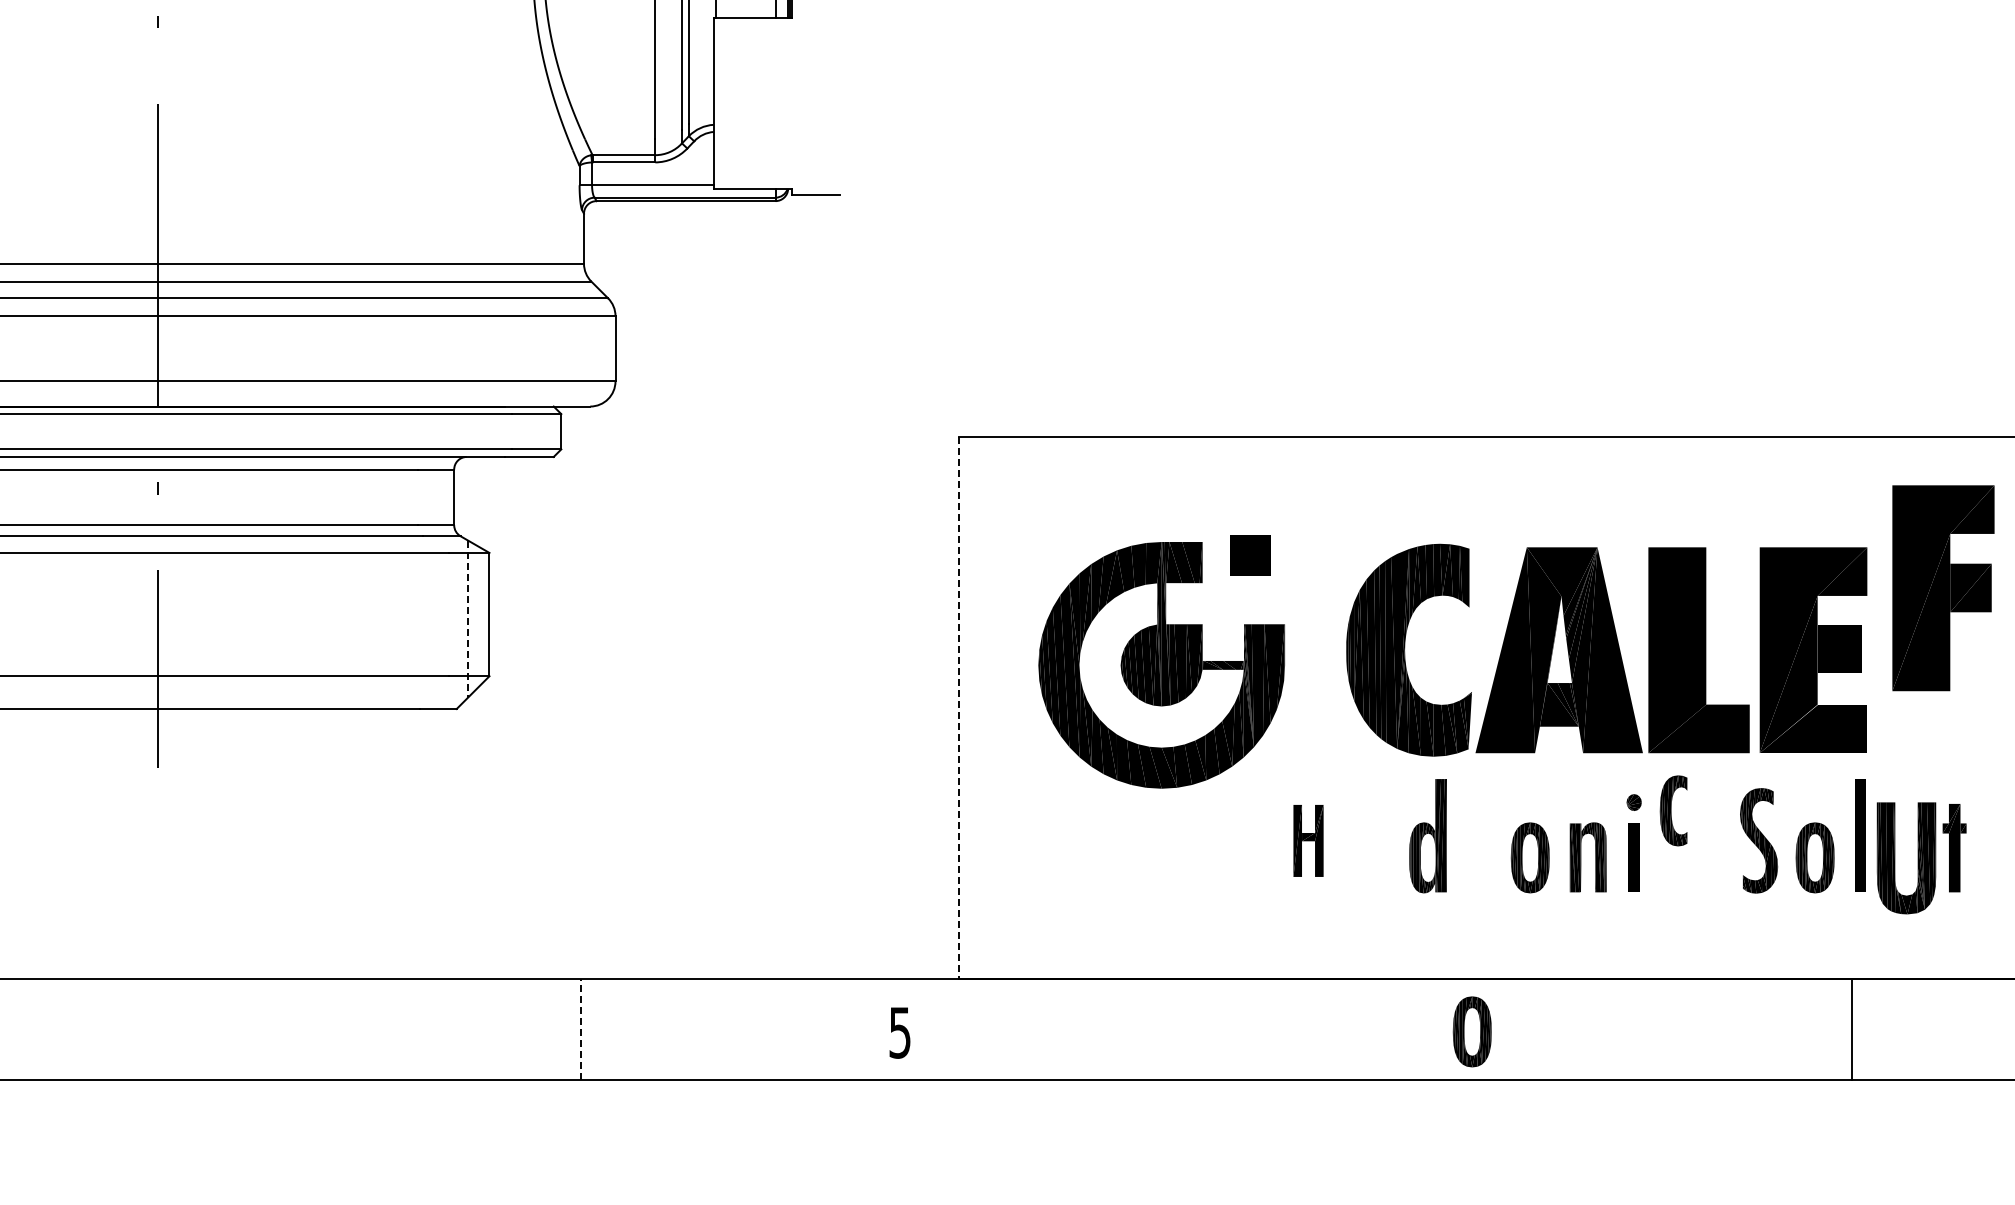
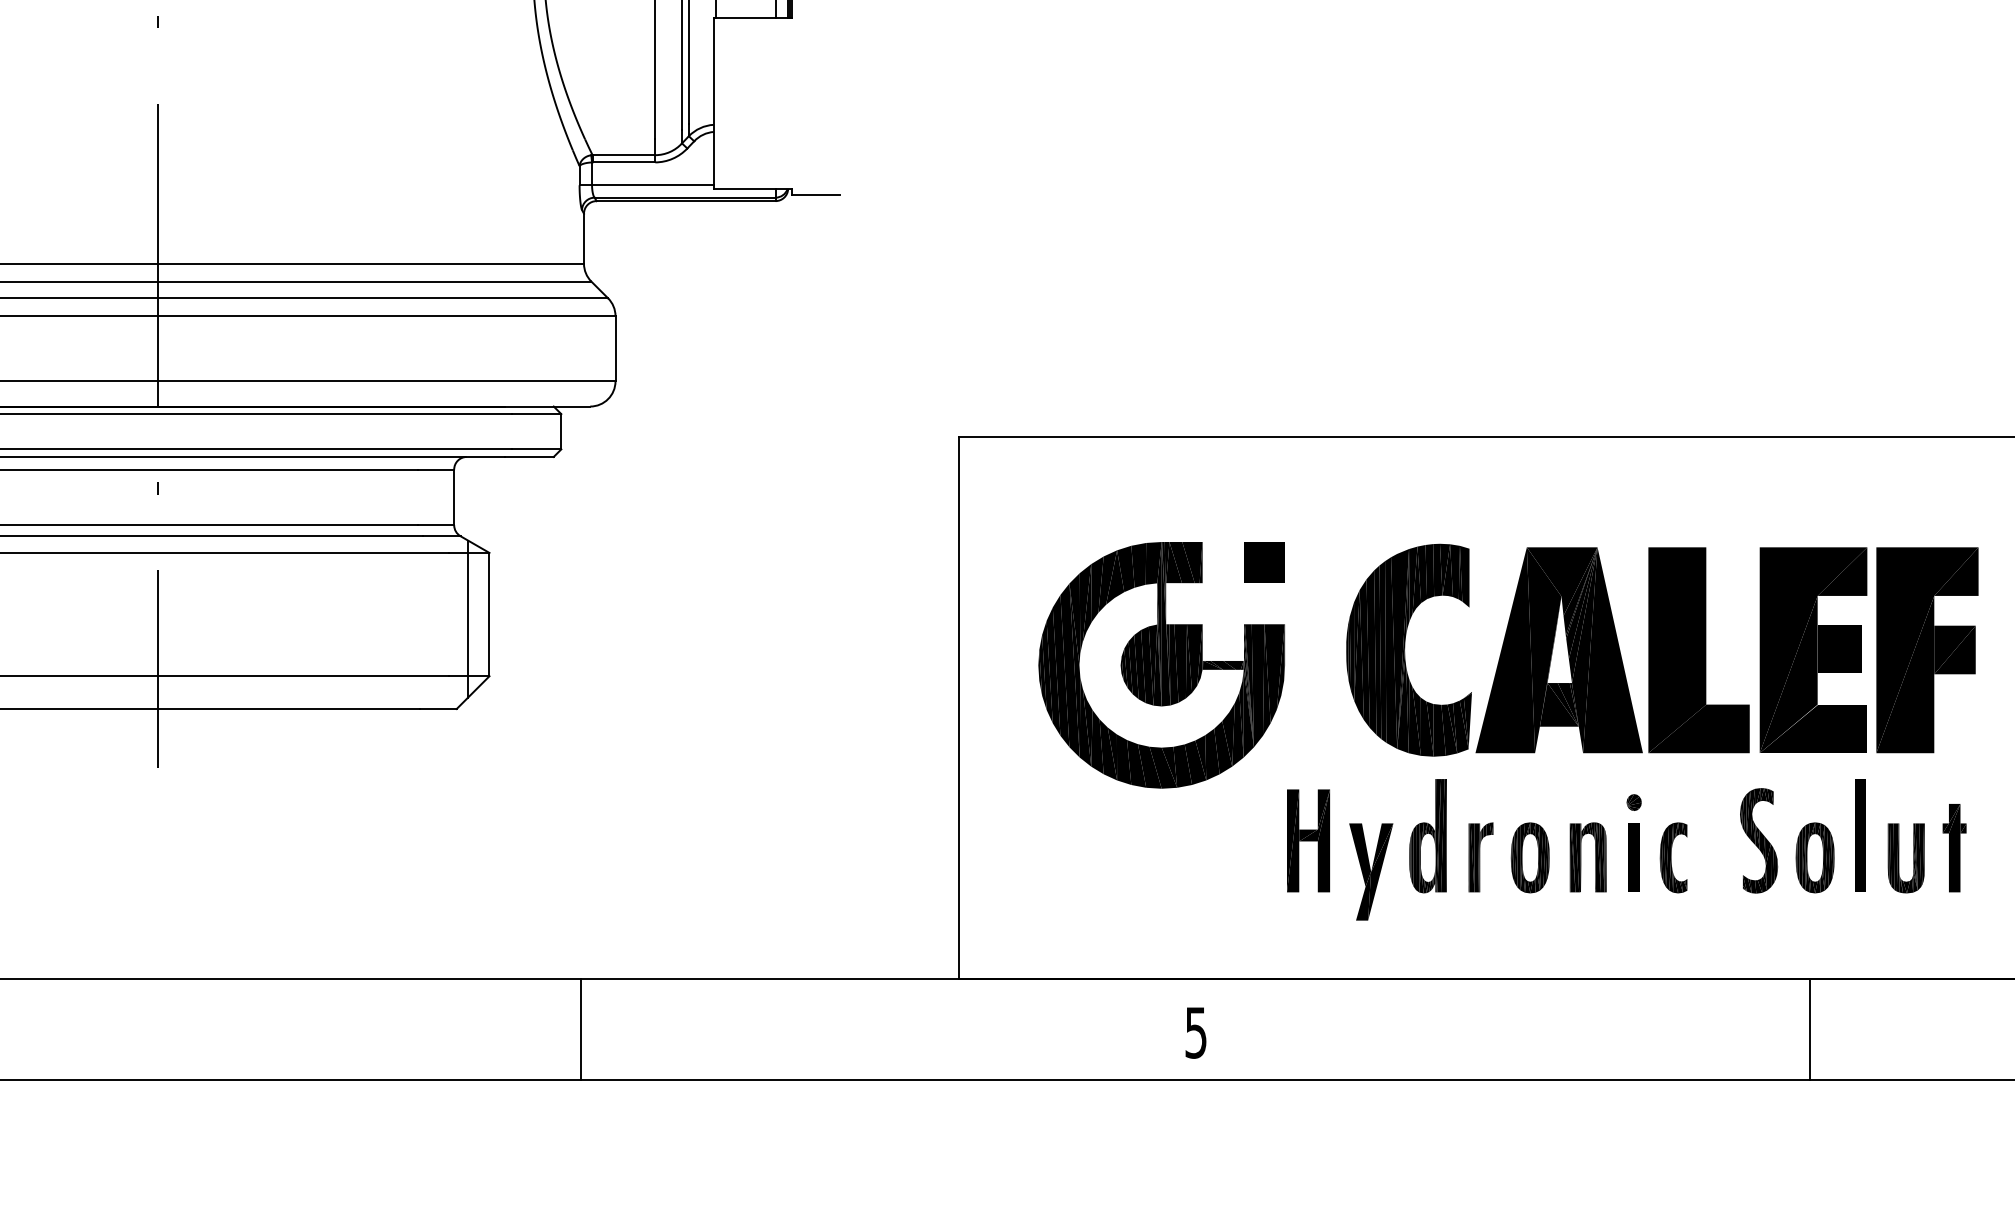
part at (1250, 555) position: (1250, 555) -> (1264, 562)
part at (1943, 588) position: (1943, 588) -> (1927, 650)
line at (467, 619): dashed -> solid
line at (959, 708): dashed -> solid
part at (1673, 810) position: (1673, 810) -> (1673, 857)
part at (1308, 840) size: 31x72 px -> 43x104 px
part at (1480, 857): none -> present
part at (1906, 858) size: 61x113 px -> 38x71 px
part at (1371, 871): none -> present
line at (581, 1029): dashed -> solid
line at (1851, 1029) position: (1851, 1029) -> (1809, 1029)
part at (1471, 1031): present -> none
text at (899, 1032) position: (899, 1032) -> (1195, 1032)
